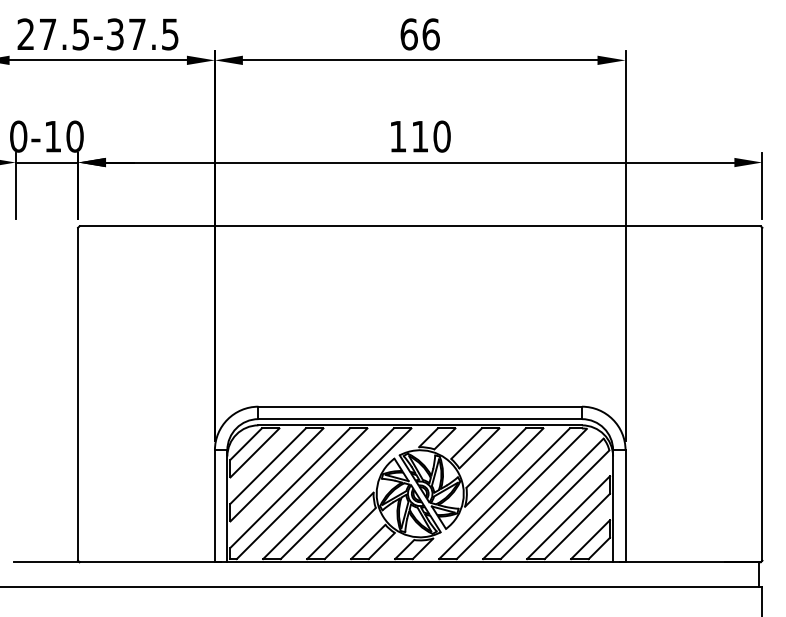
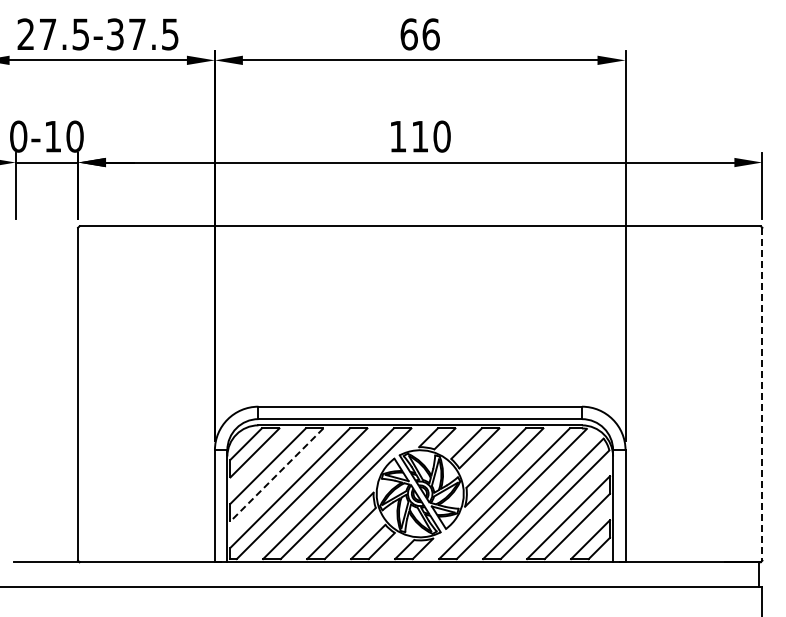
line at (762, 394): solid -> dashed
line at (276, 474): solid -> dashed
